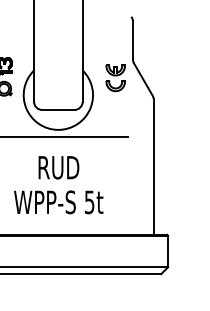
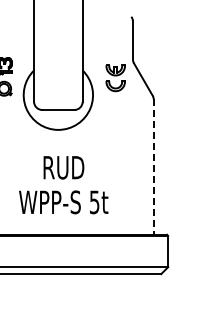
line at (65, 136): present -> none
line at (153, 167): solid -> dashed
text at (58, 185) position: (58, 185) -> (63, 185)
